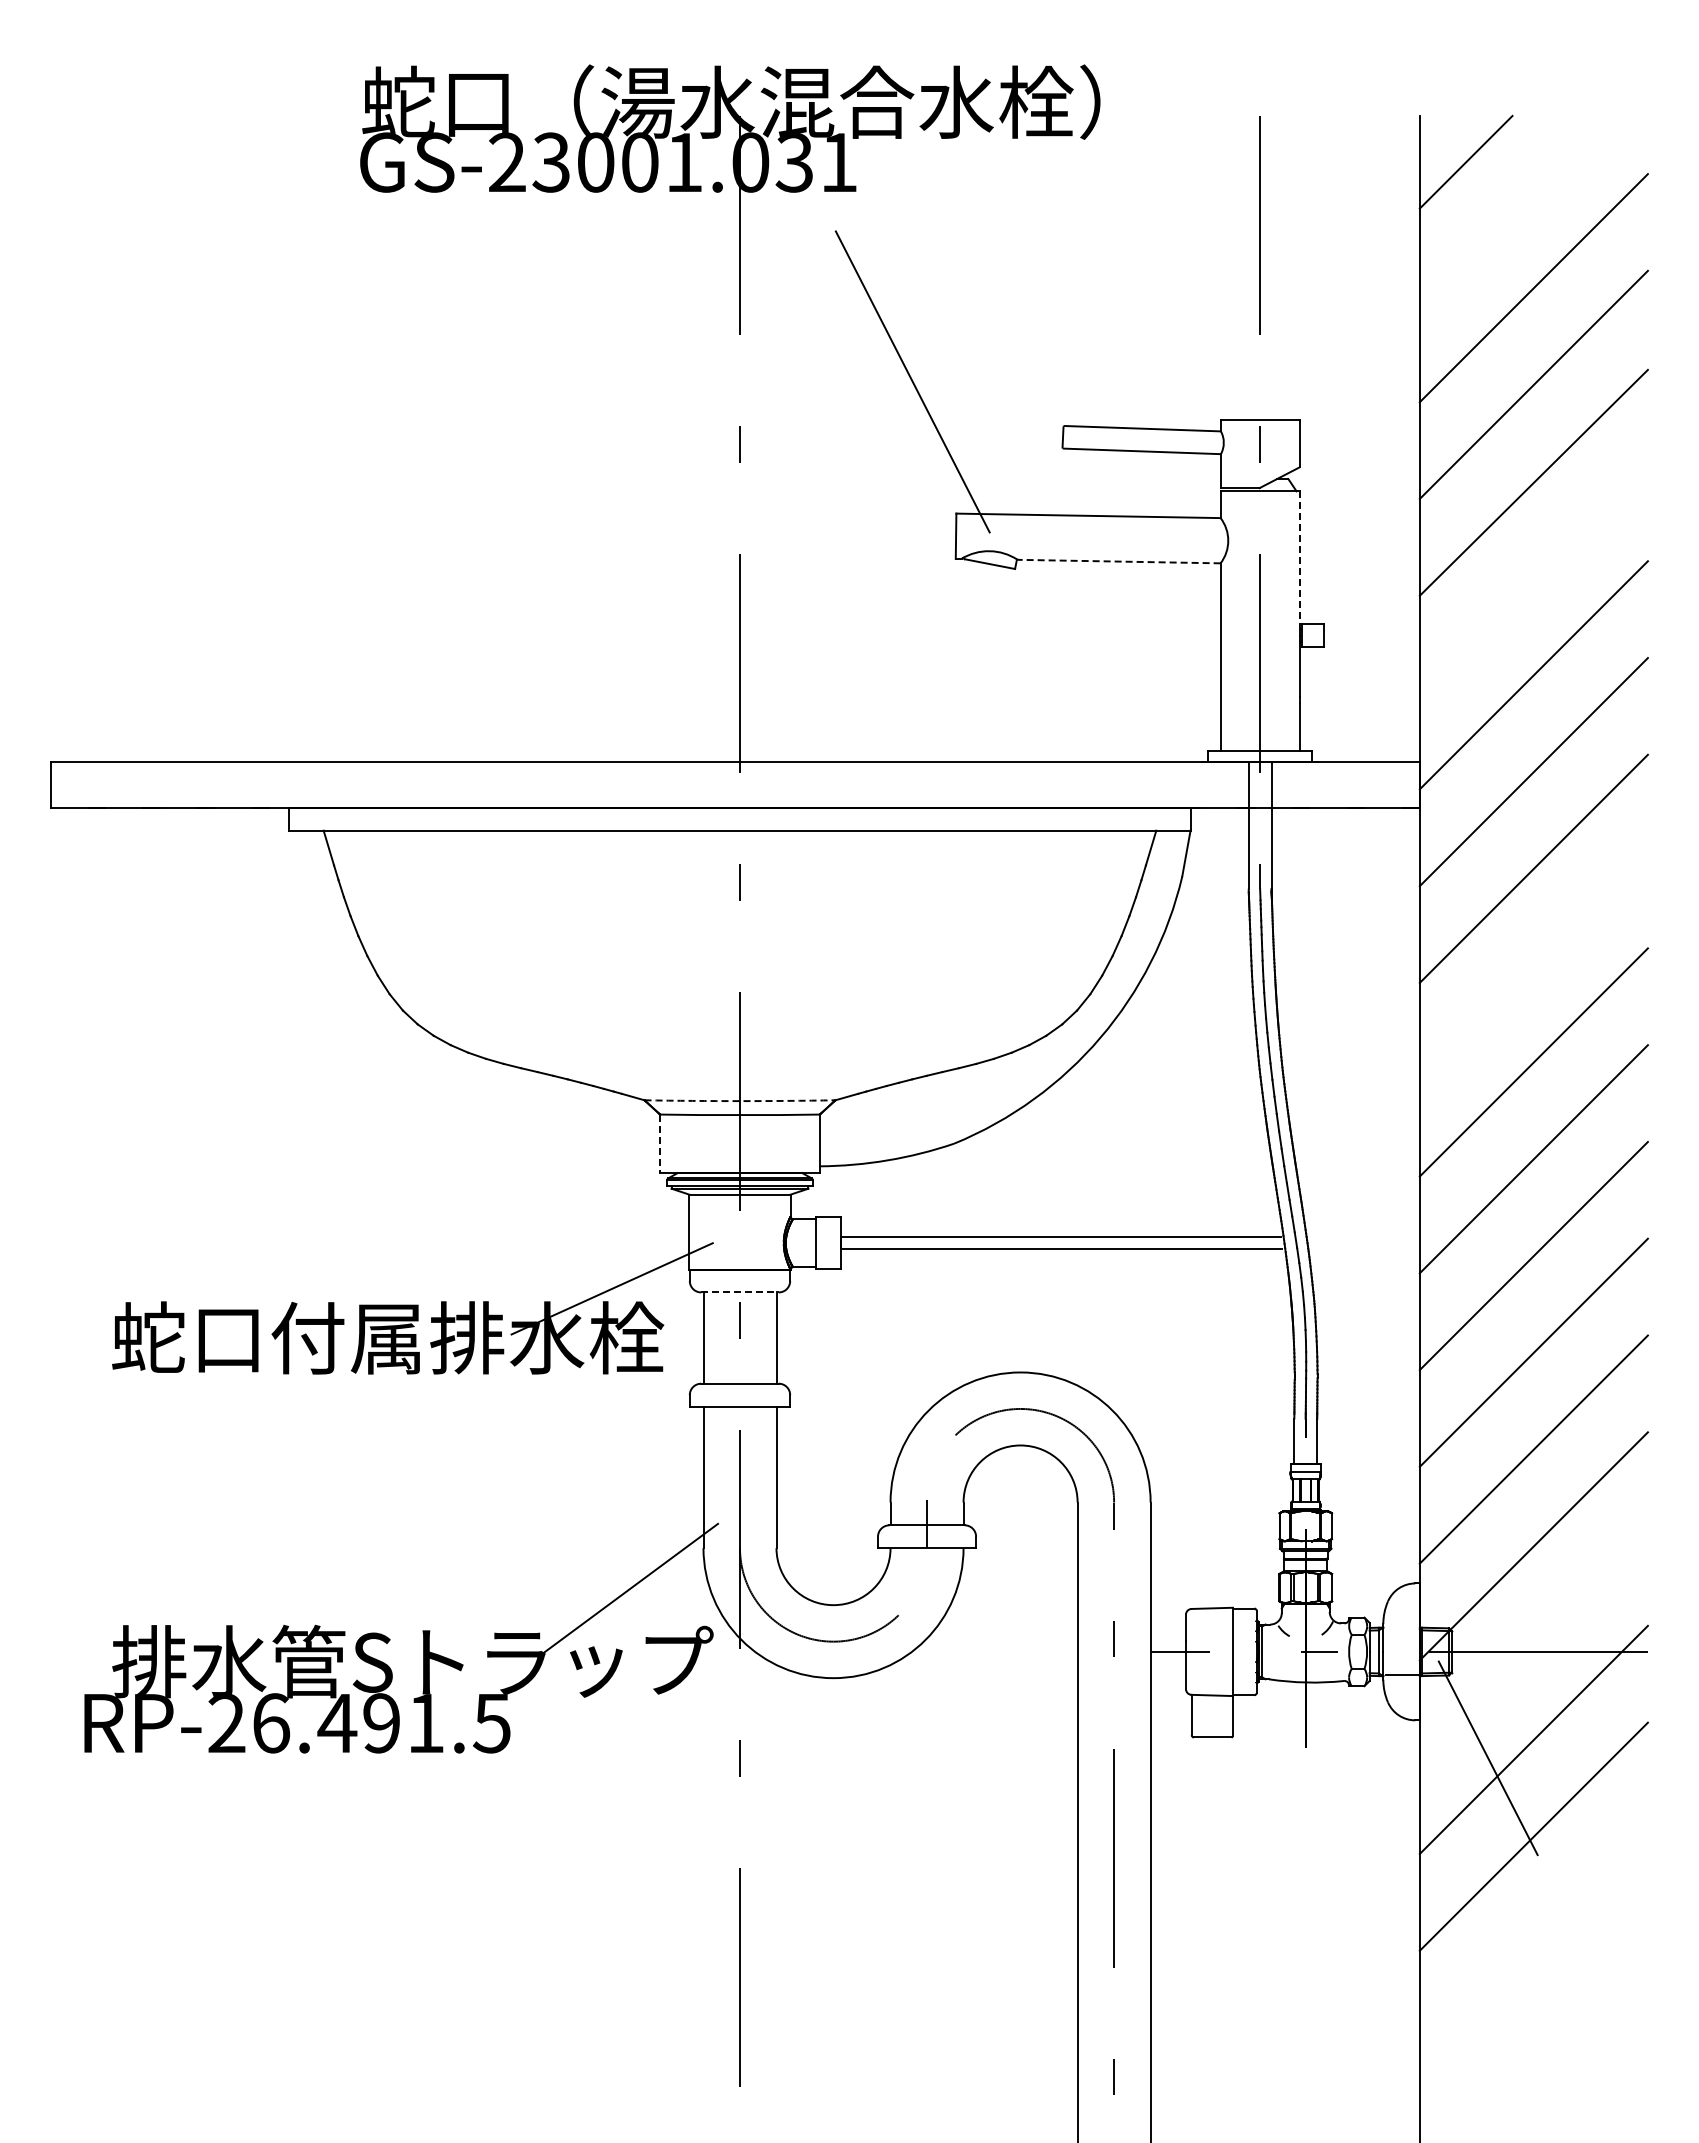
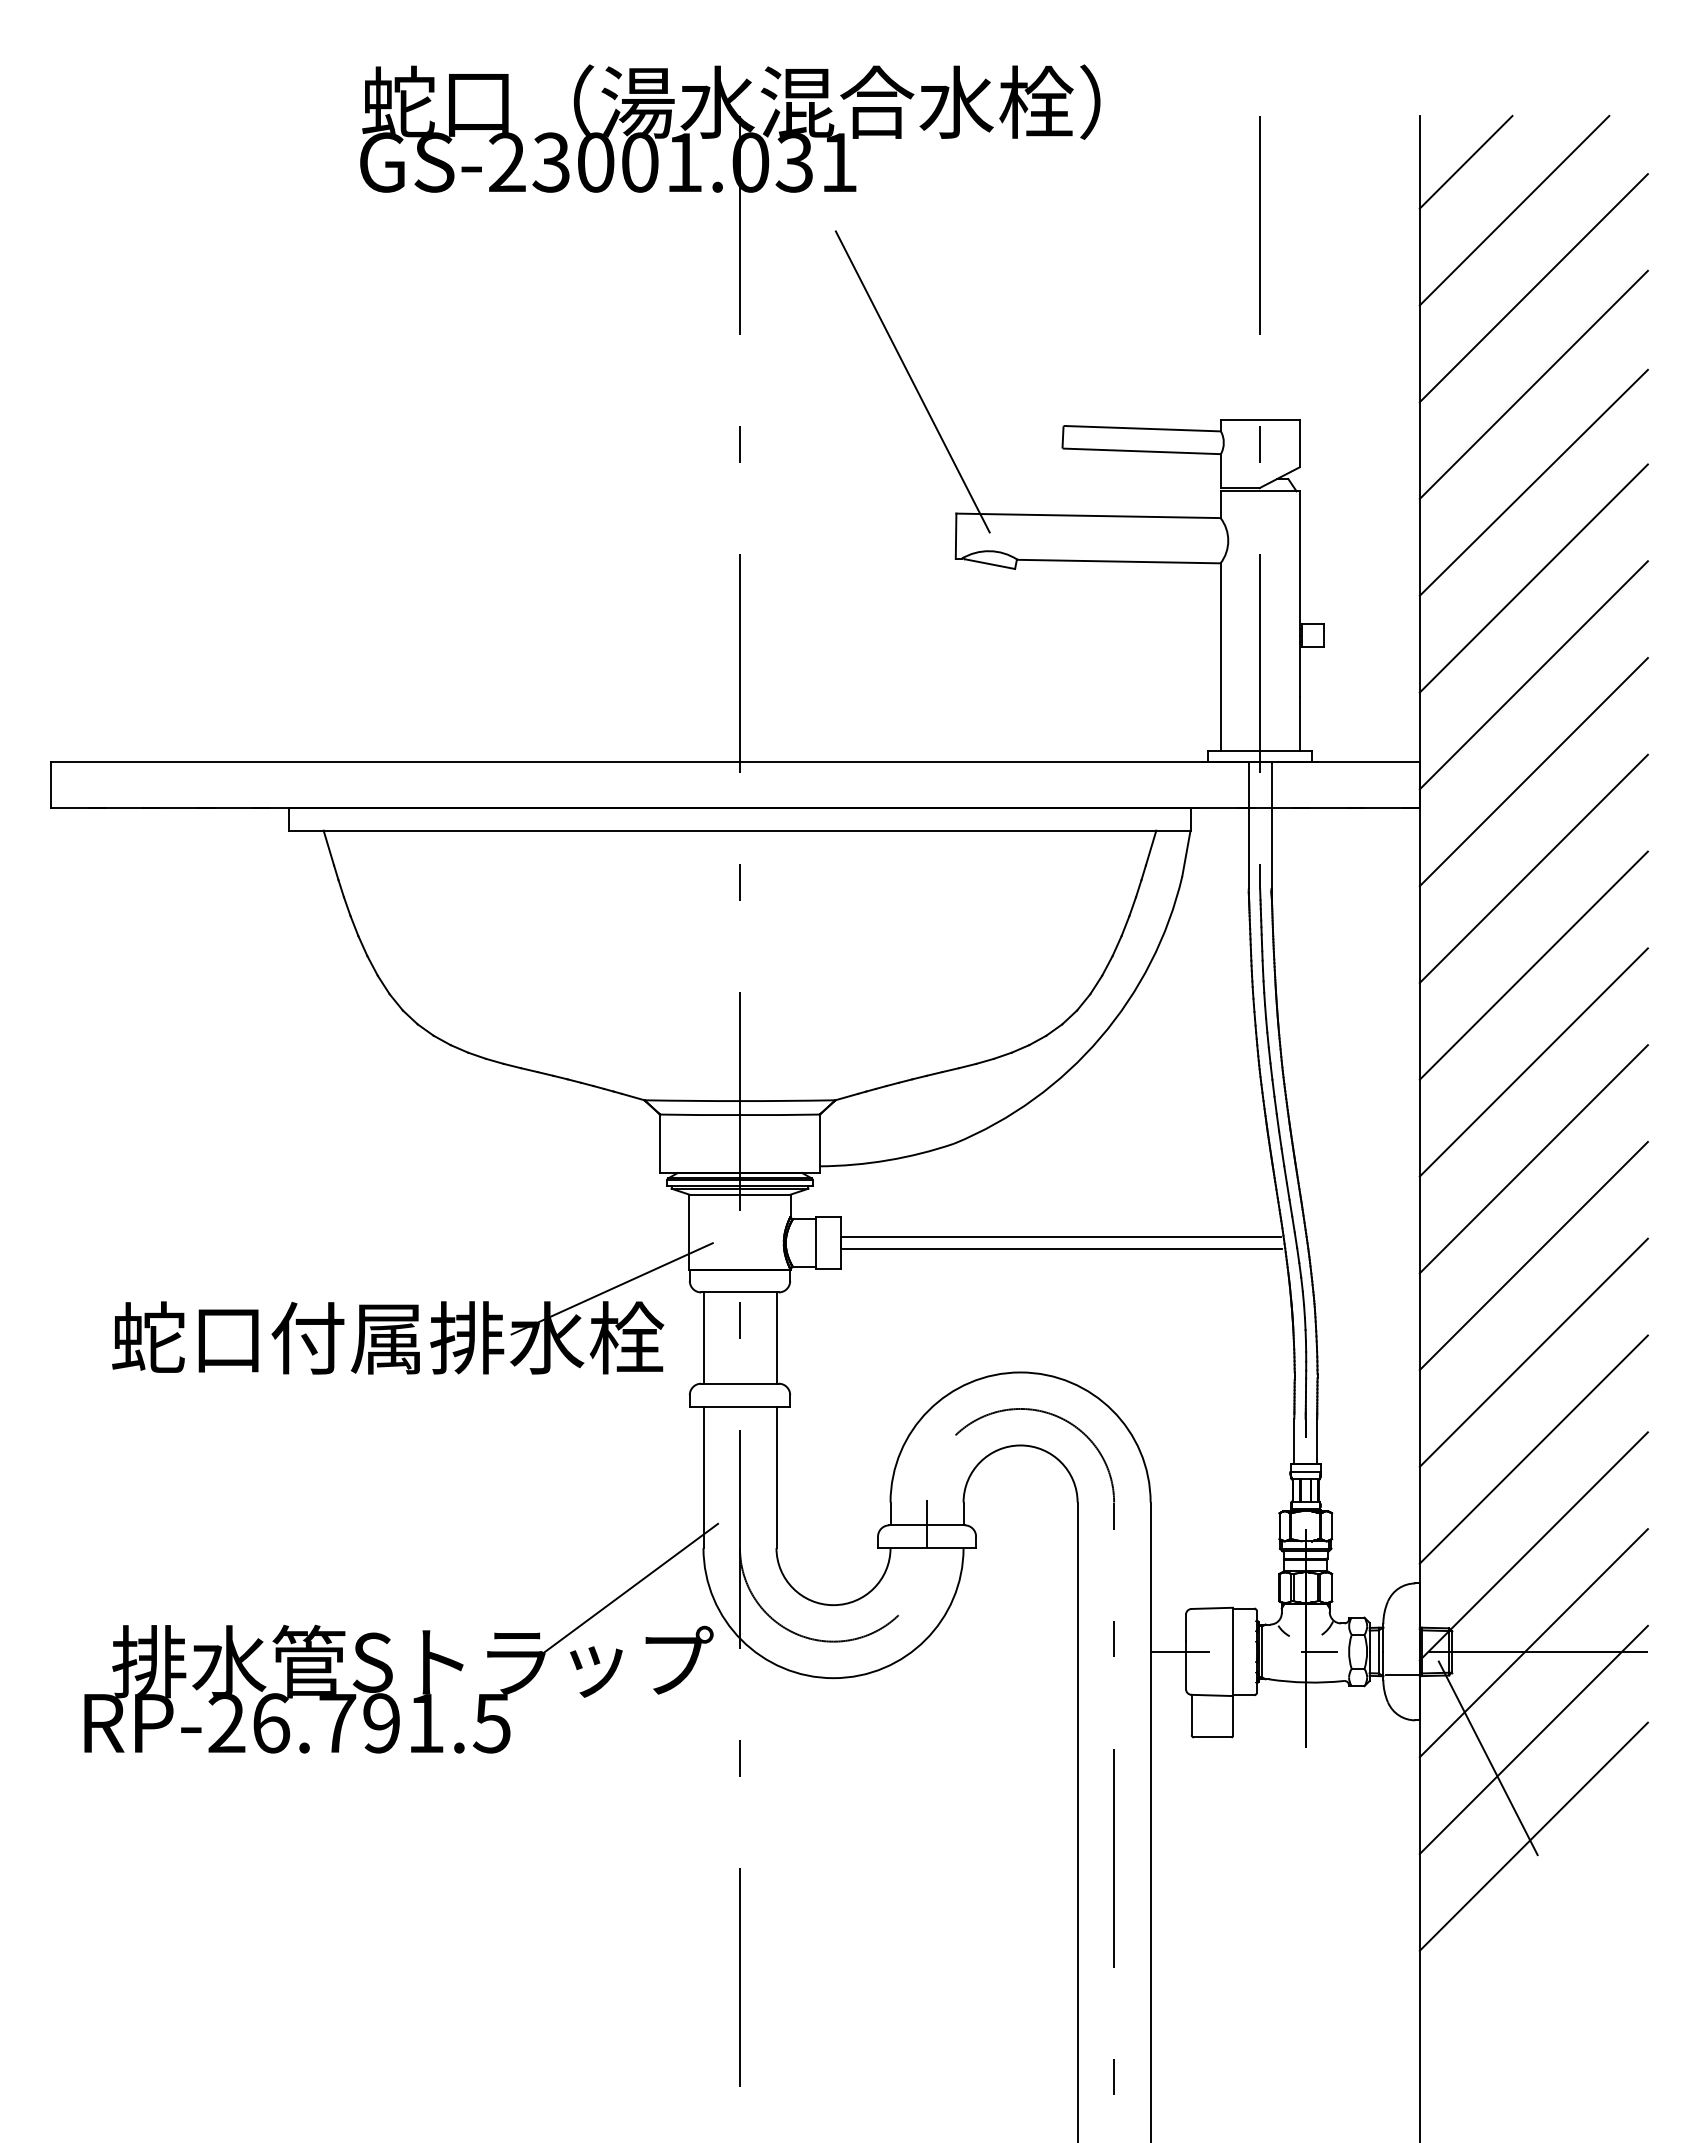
line at (1514, 210): none -> present
line at (1299, 560): dashed -> solid
line at (1119, 561): dashed -> solid
line at (1533, 578): none -> present
line at (1533, 965): none -> present
arc at (739, 1101): dashed -> solid
line at (660, 1144): dashed -> solid
line at (739, 1292): dashed -> solid
line at (1533, 1643): none -> present
text at (337, 1723): RP-26.491.5 -> RP-26.791.5
